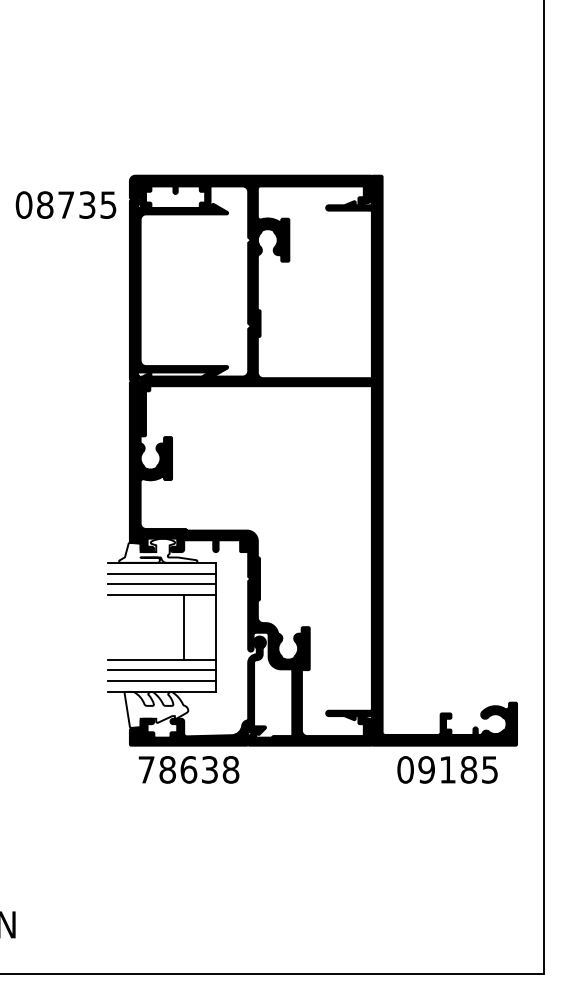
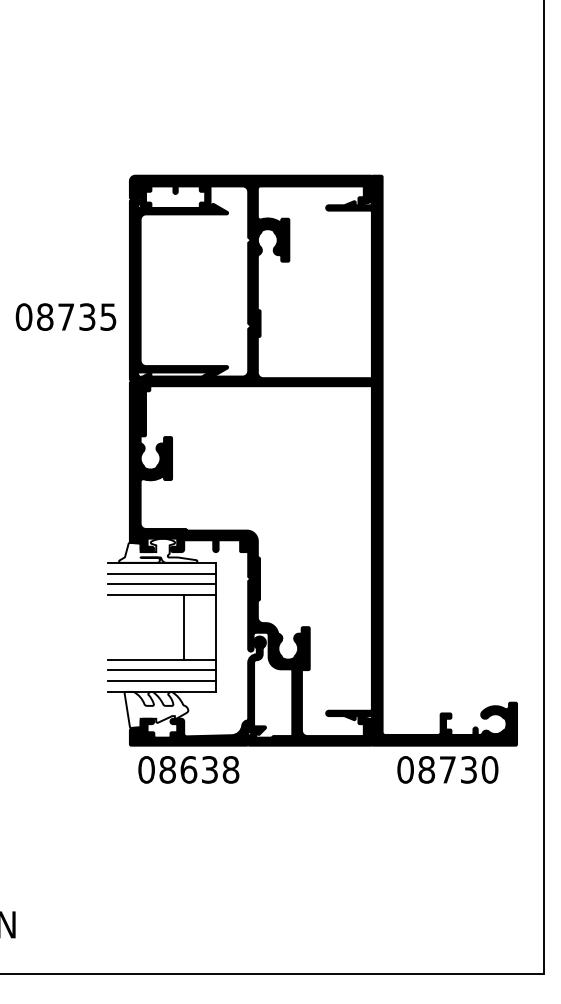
text at (65, 204) position: (65, 204) -> (65, 316)
text at (146, 769): 78638 -> 08638
text at (458, 769): 09185 -> 08730
